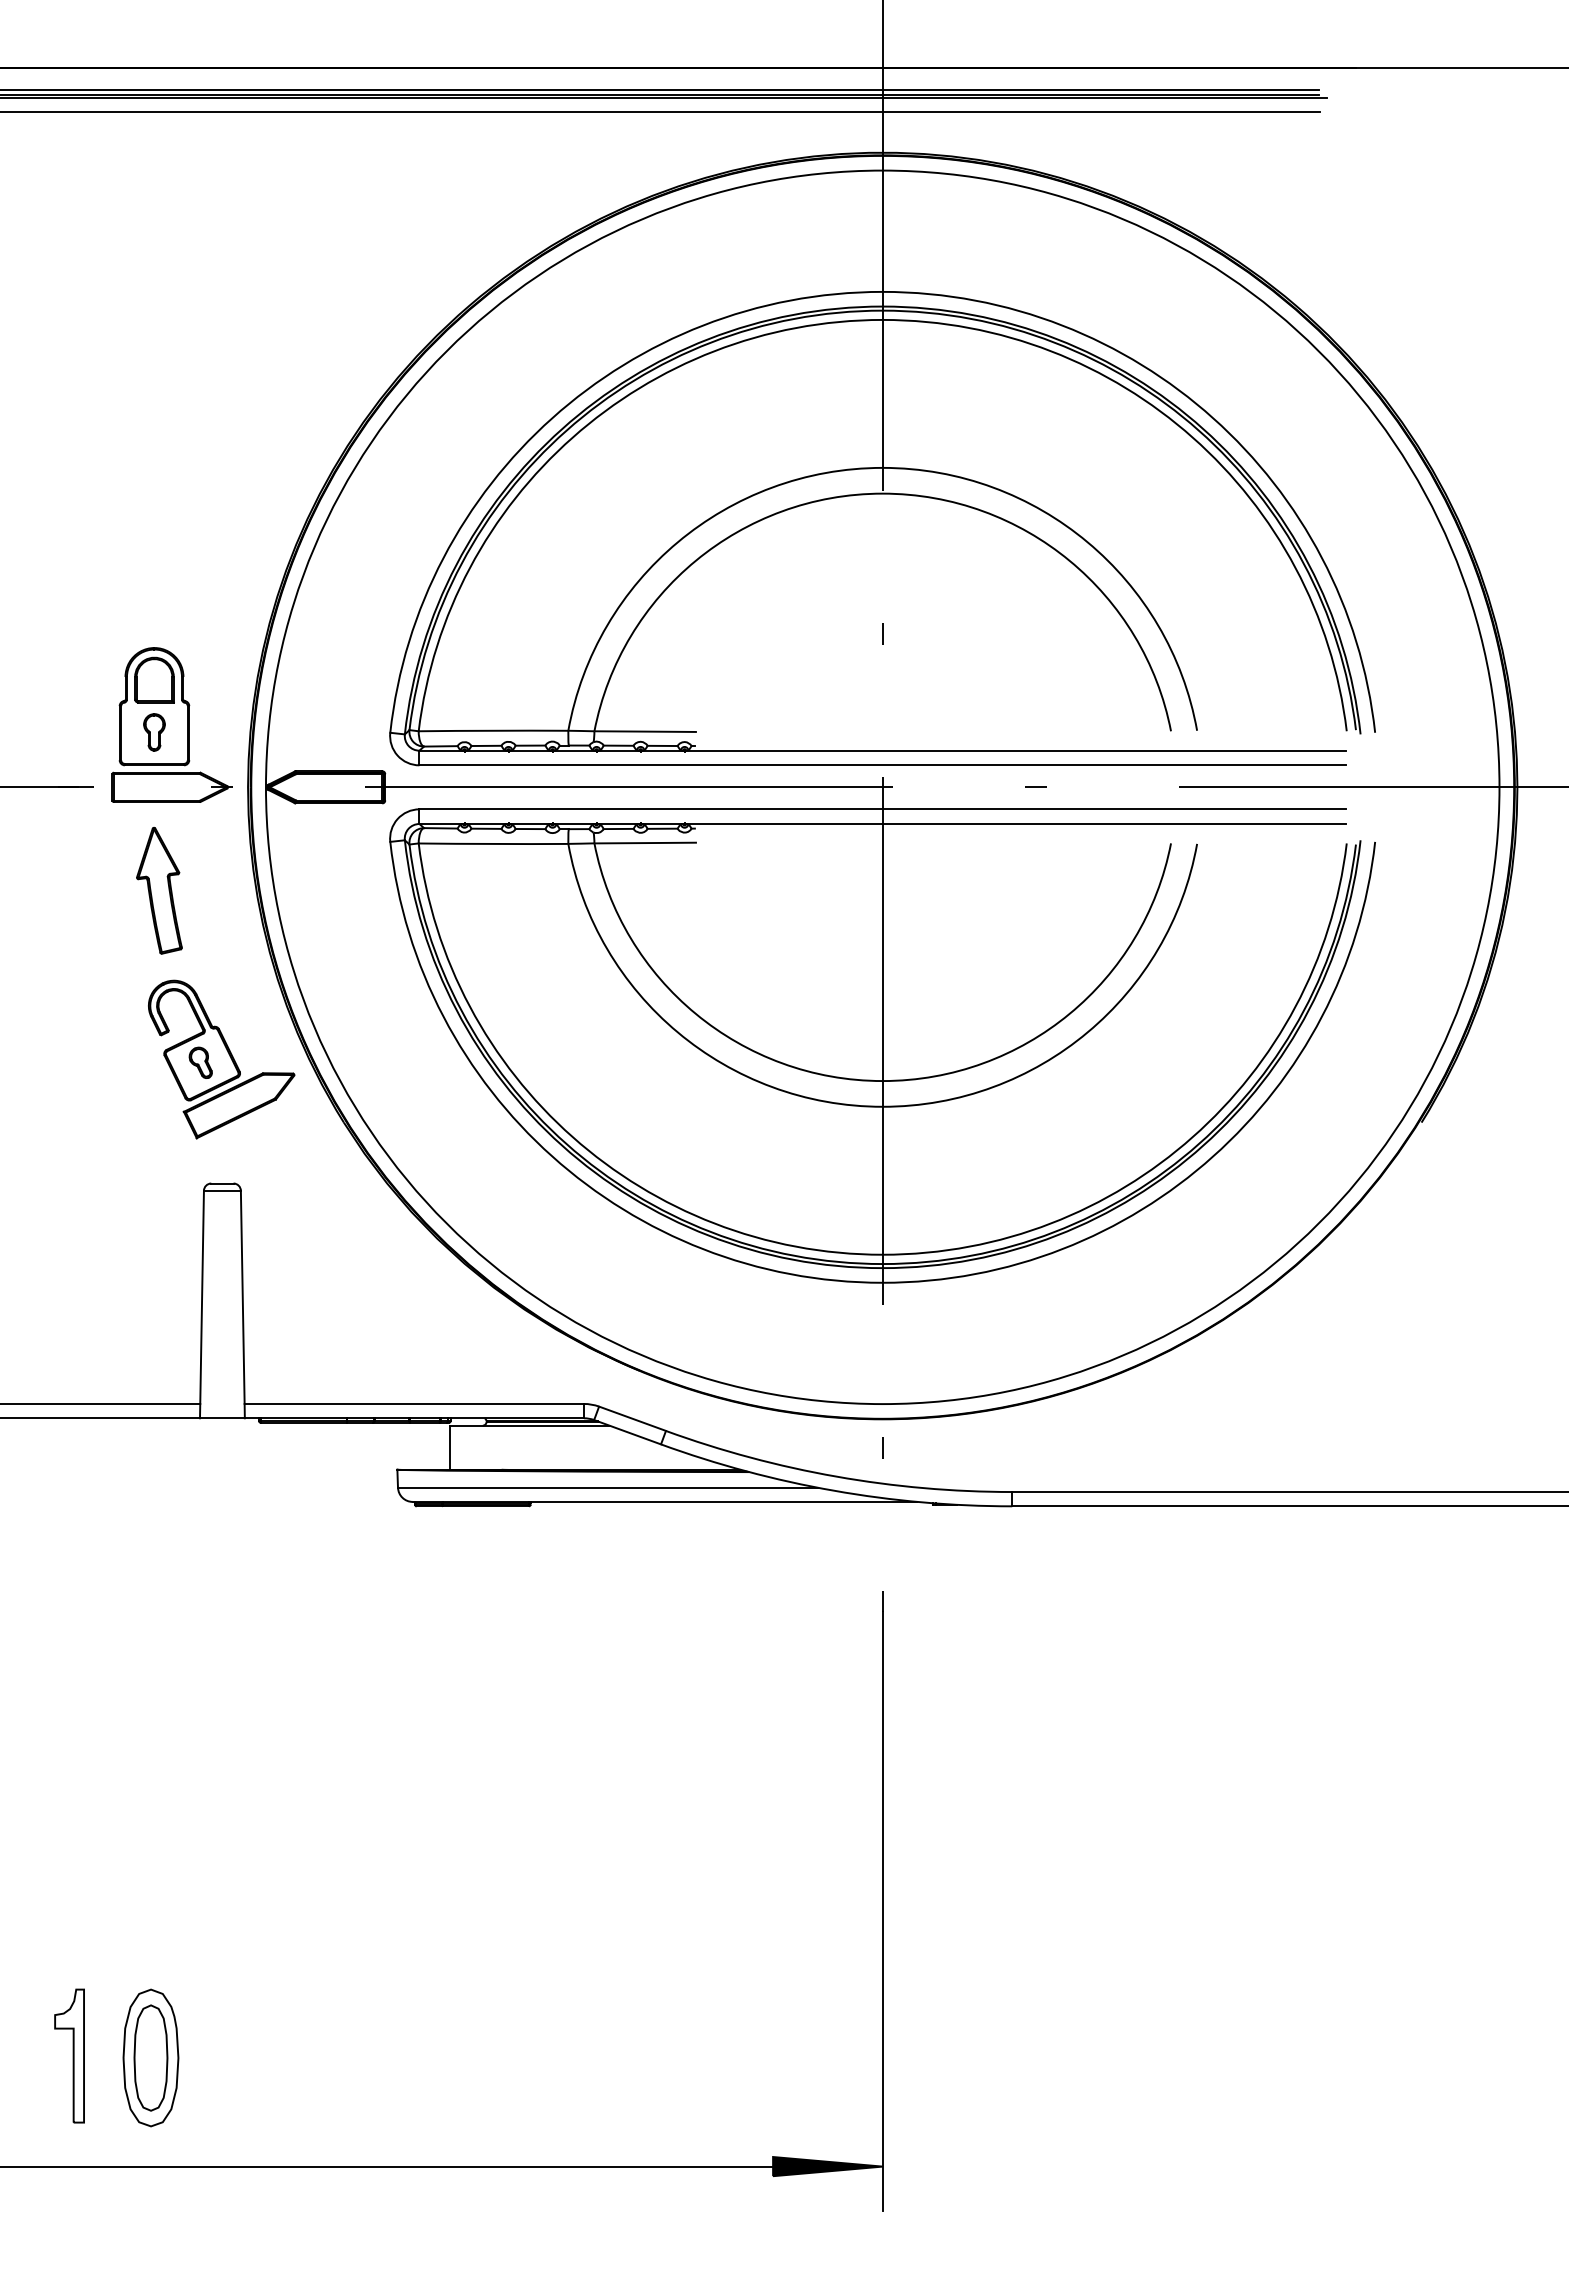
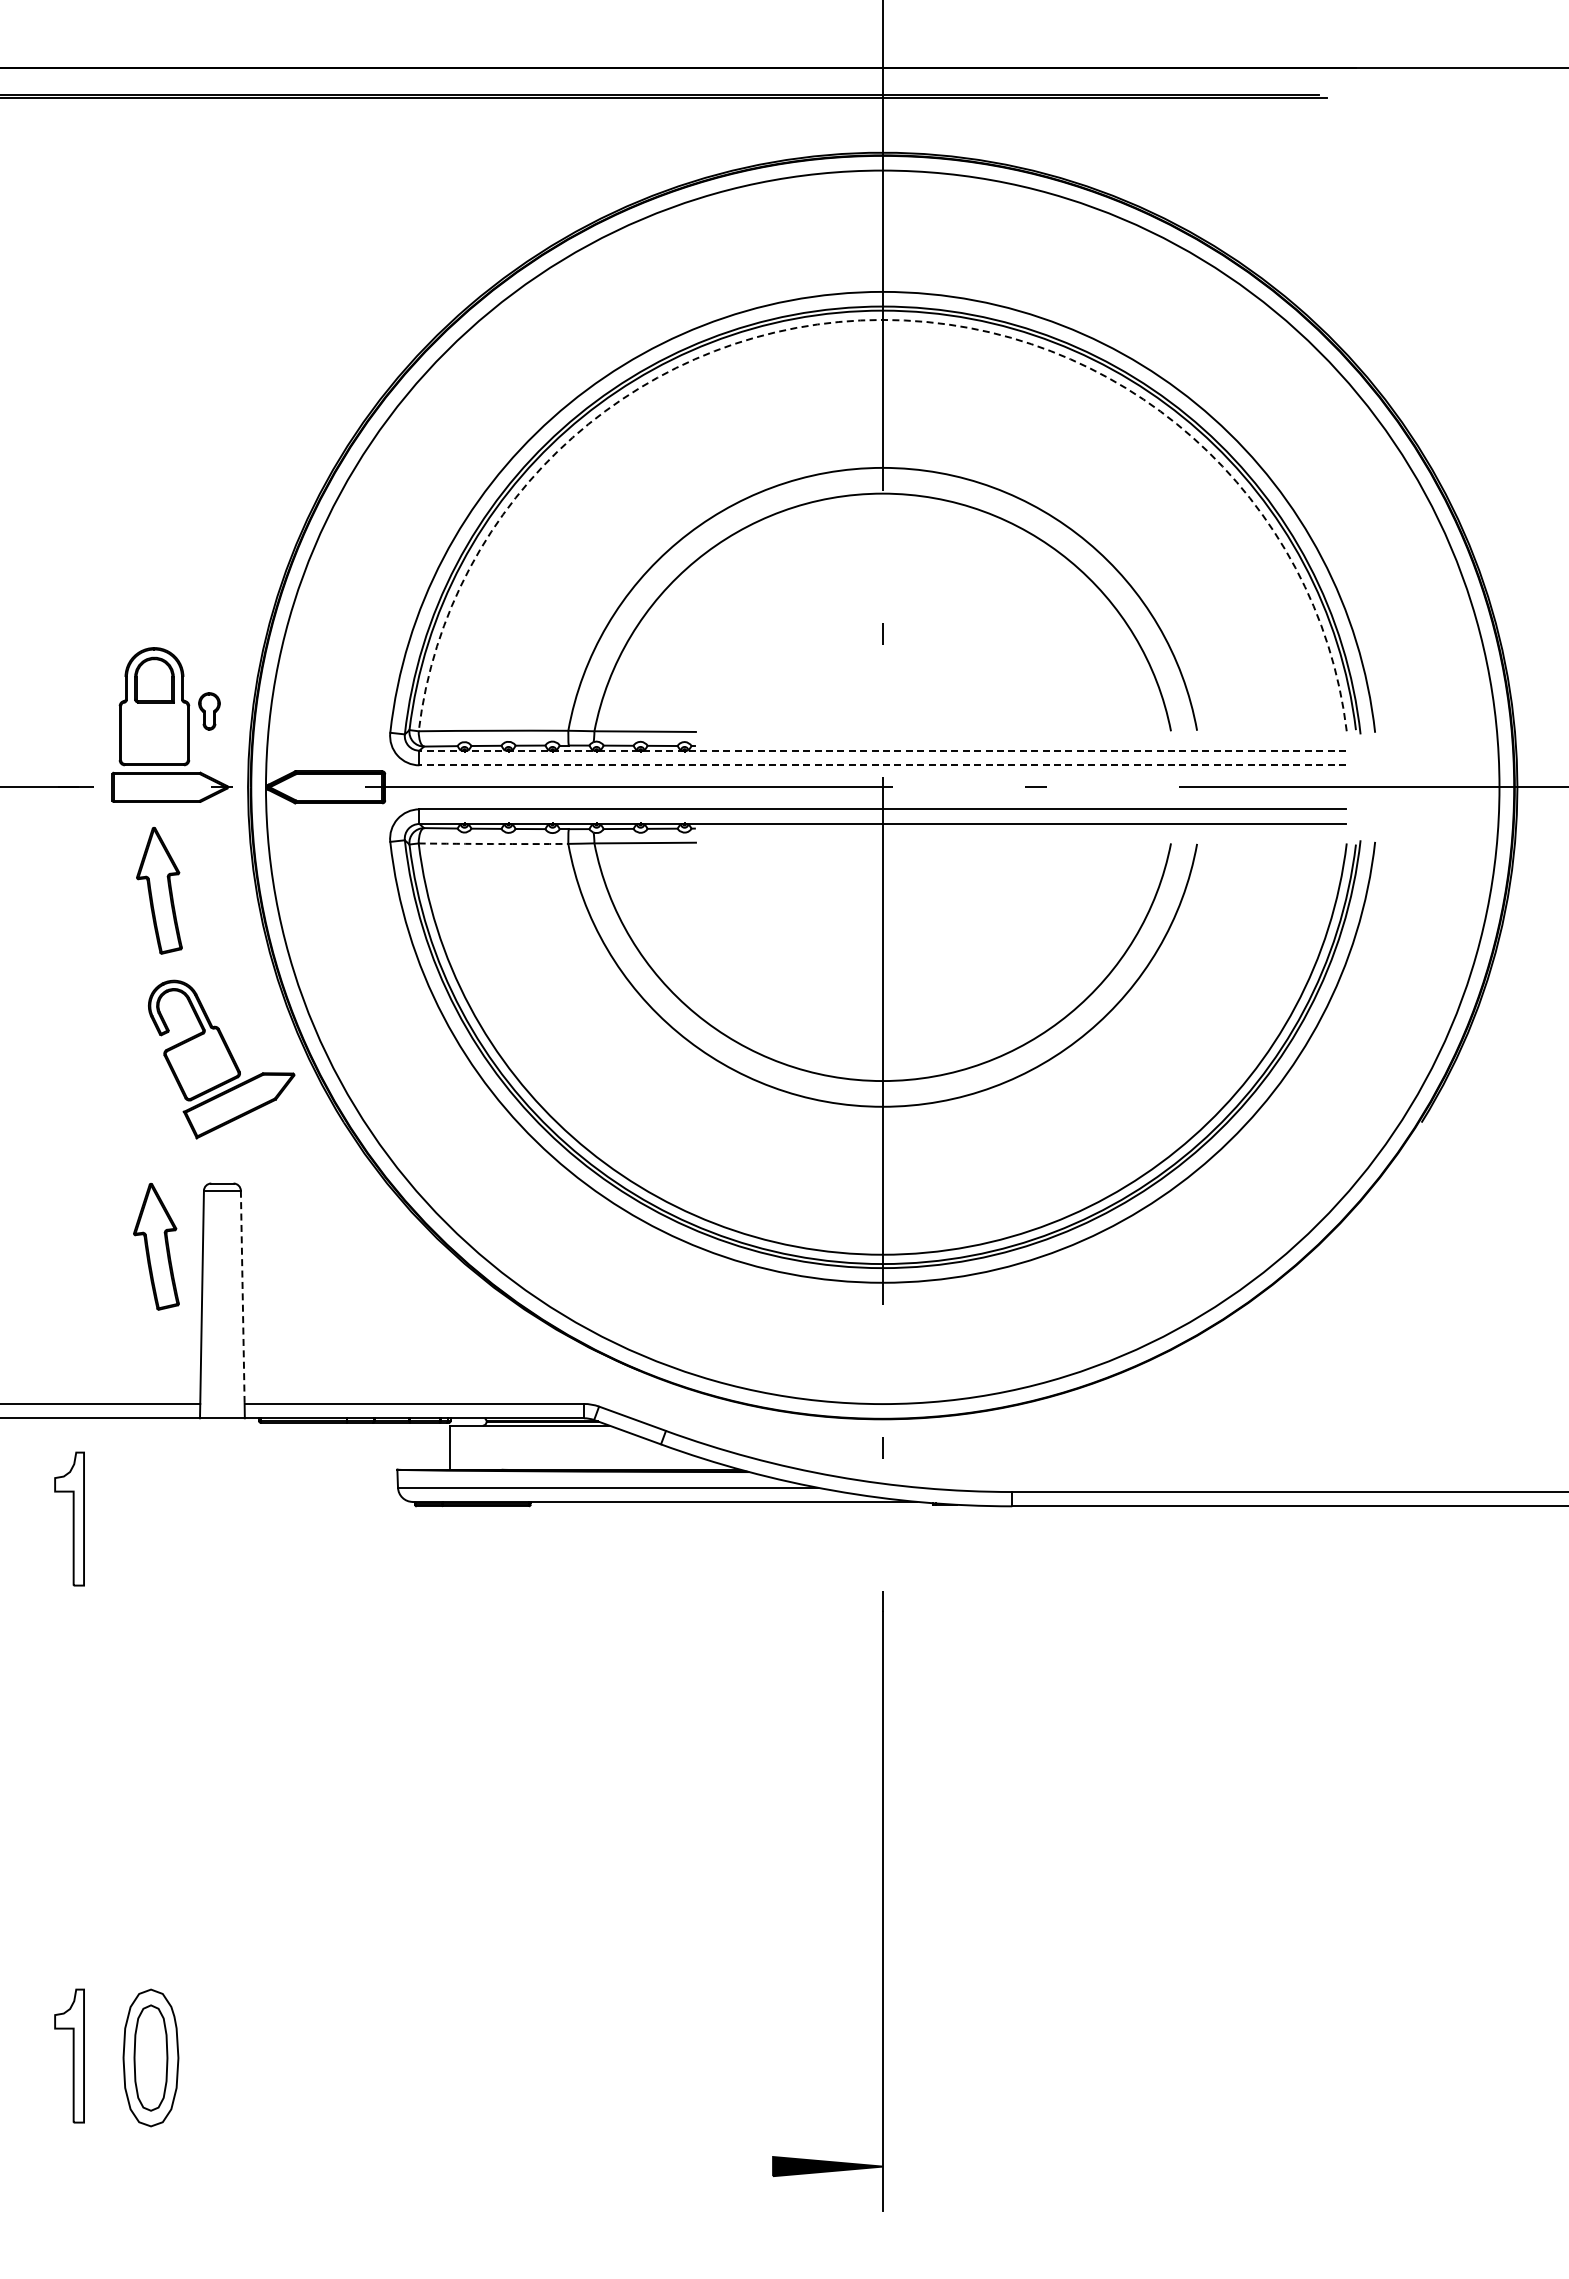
line at (660, 90): present -> none
line at (660, 112): present -> none
arc at (882, 319): solid -> dashed
part at (154, 732) position: (154, 732) -> (209, 711)
line at (882, 750): solid -> dashed
line at (882, 765): solid -> dashed
arc at (493, 844): solid -> dashed
part at (200, 1062): present -> none
part at (156, 1246): none -> present
line at (242, 1297): solid -> dashed
part at (69, 1518): none -> present
line at (387, 2166): present -> none
